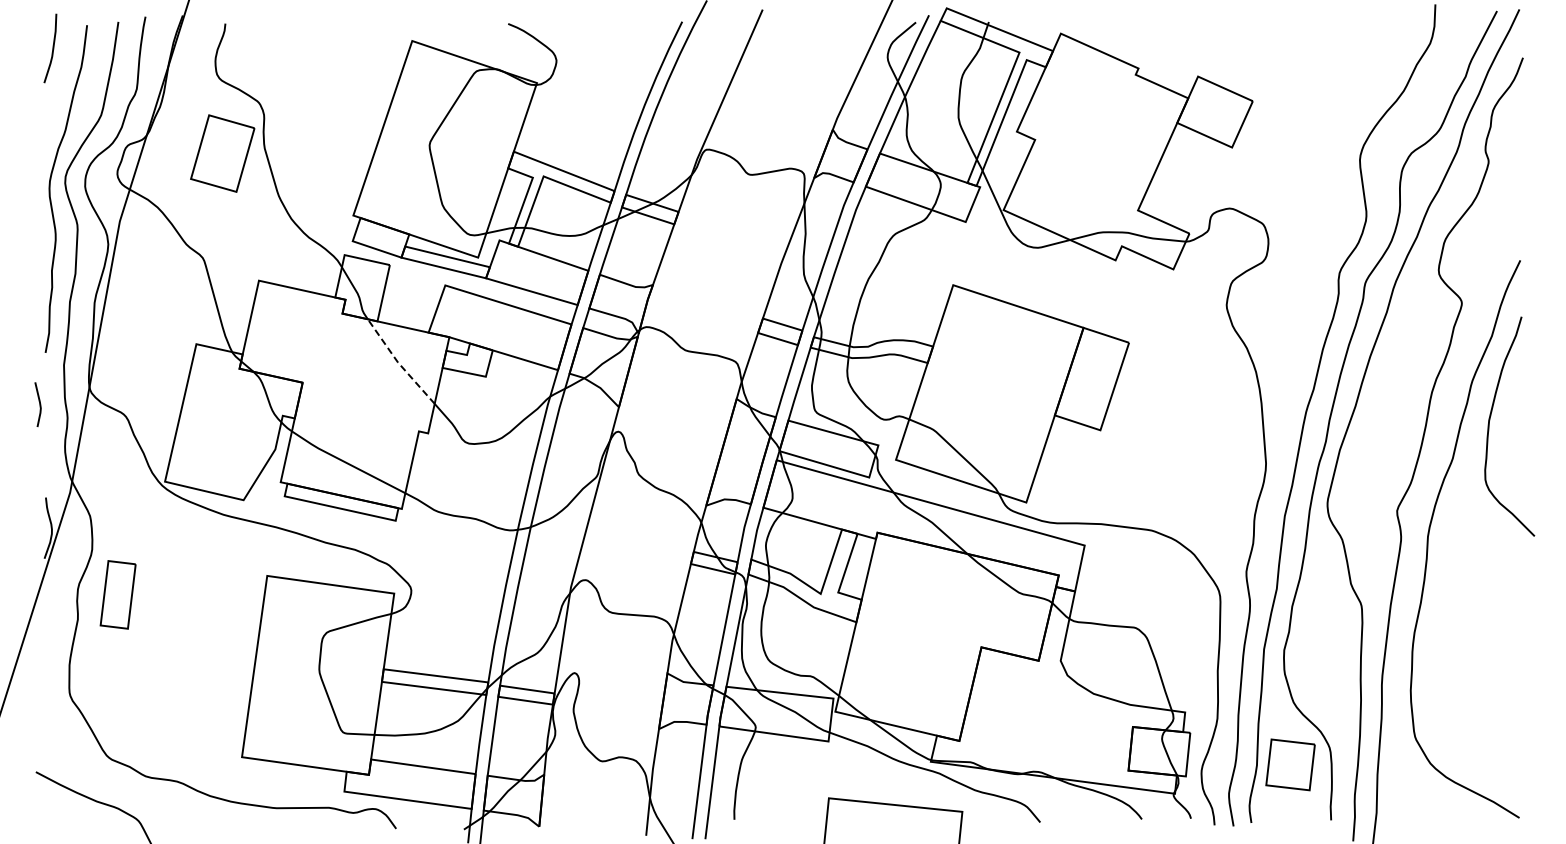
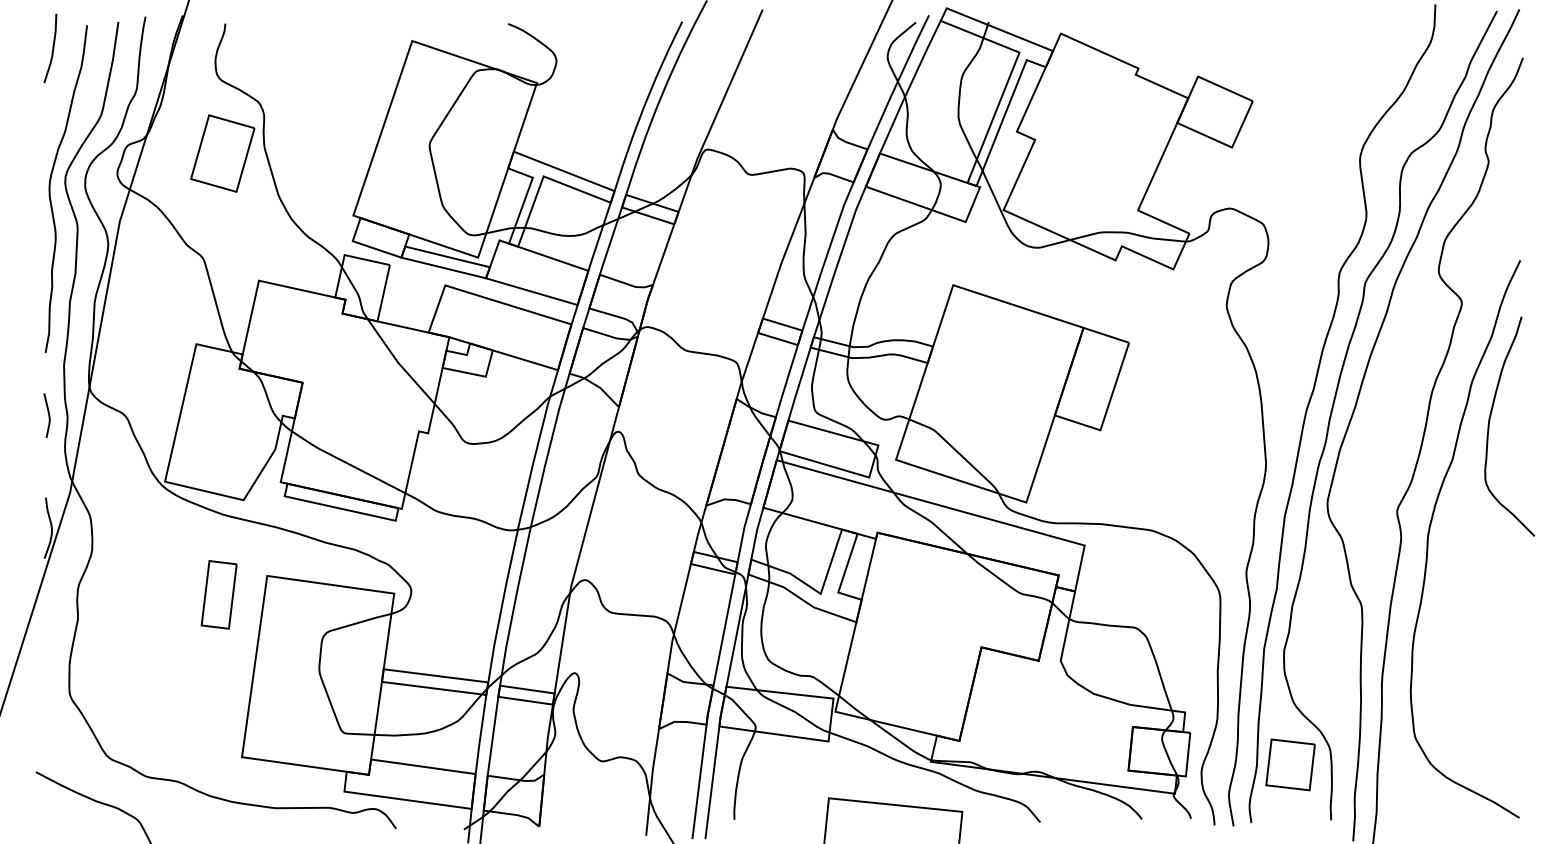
line at (398, 363): dashed -> solid
line at (39, 404) position: (39, 404) -> (48, 415)
part at (117, 594) position: (117, 594) -> (218, 594)
